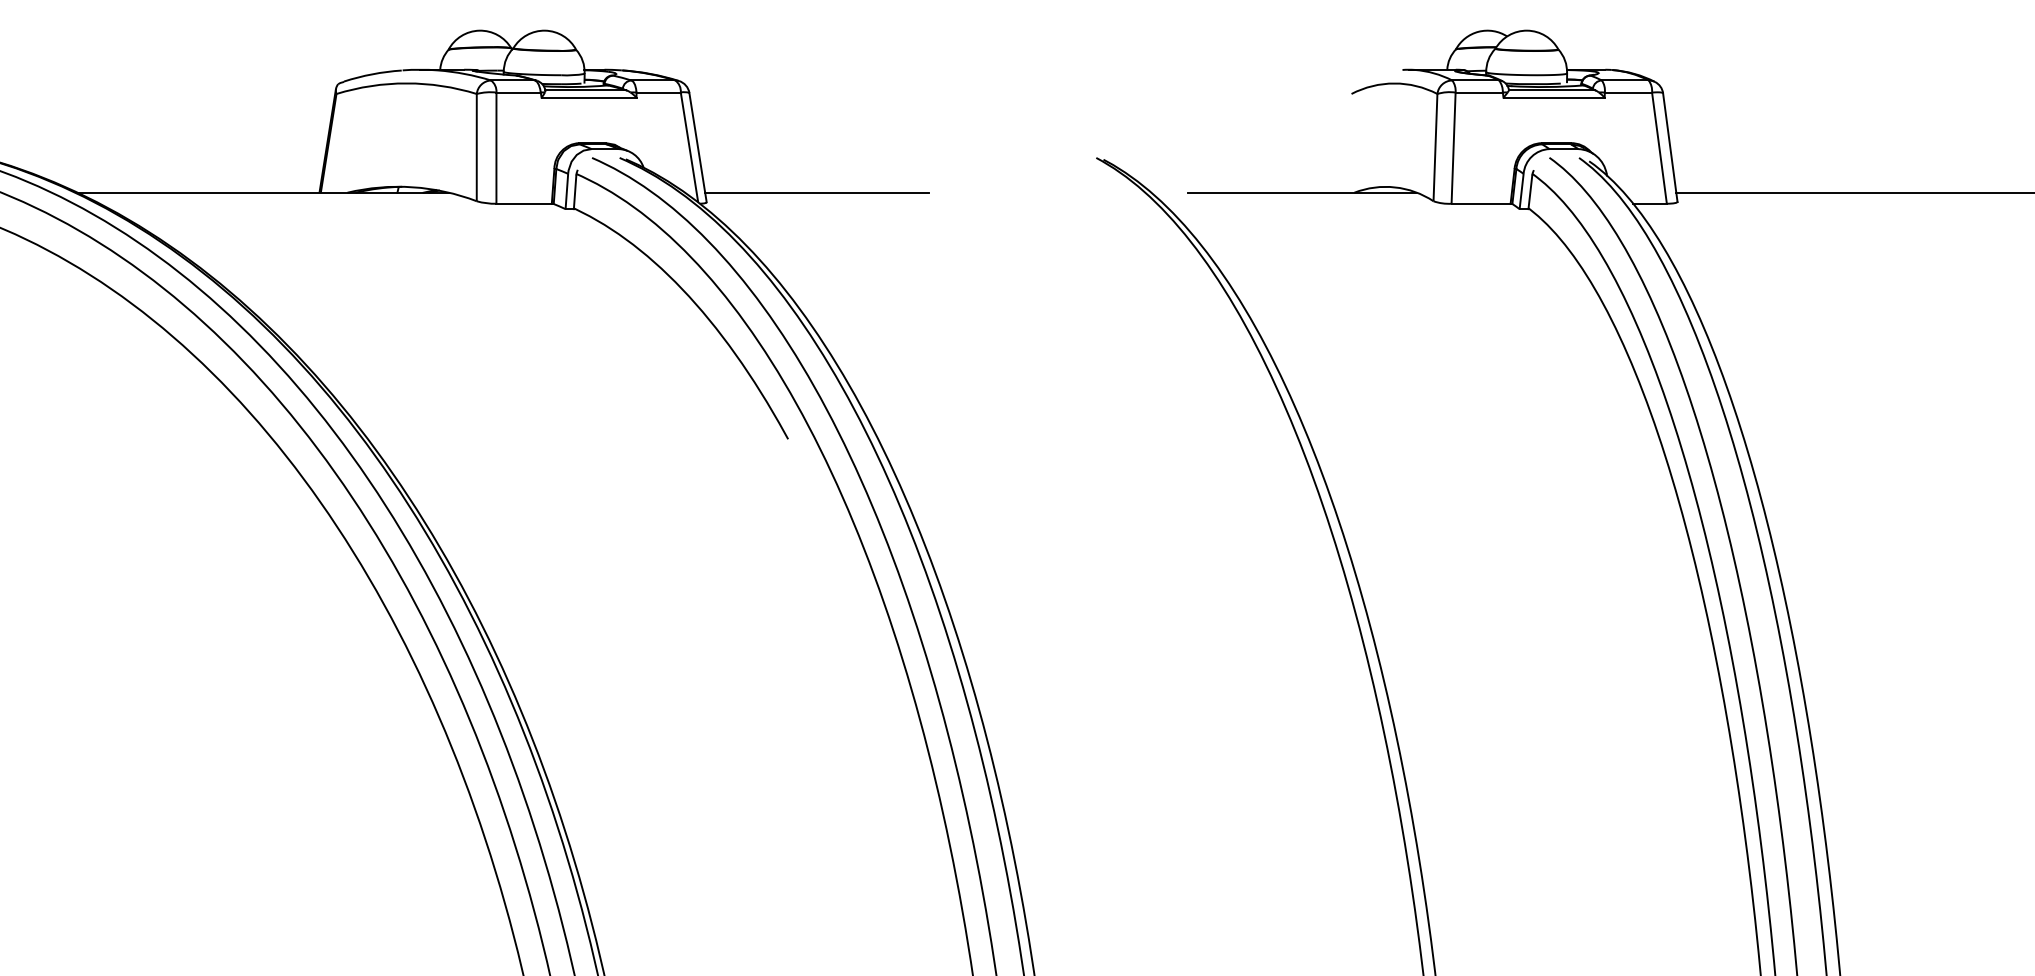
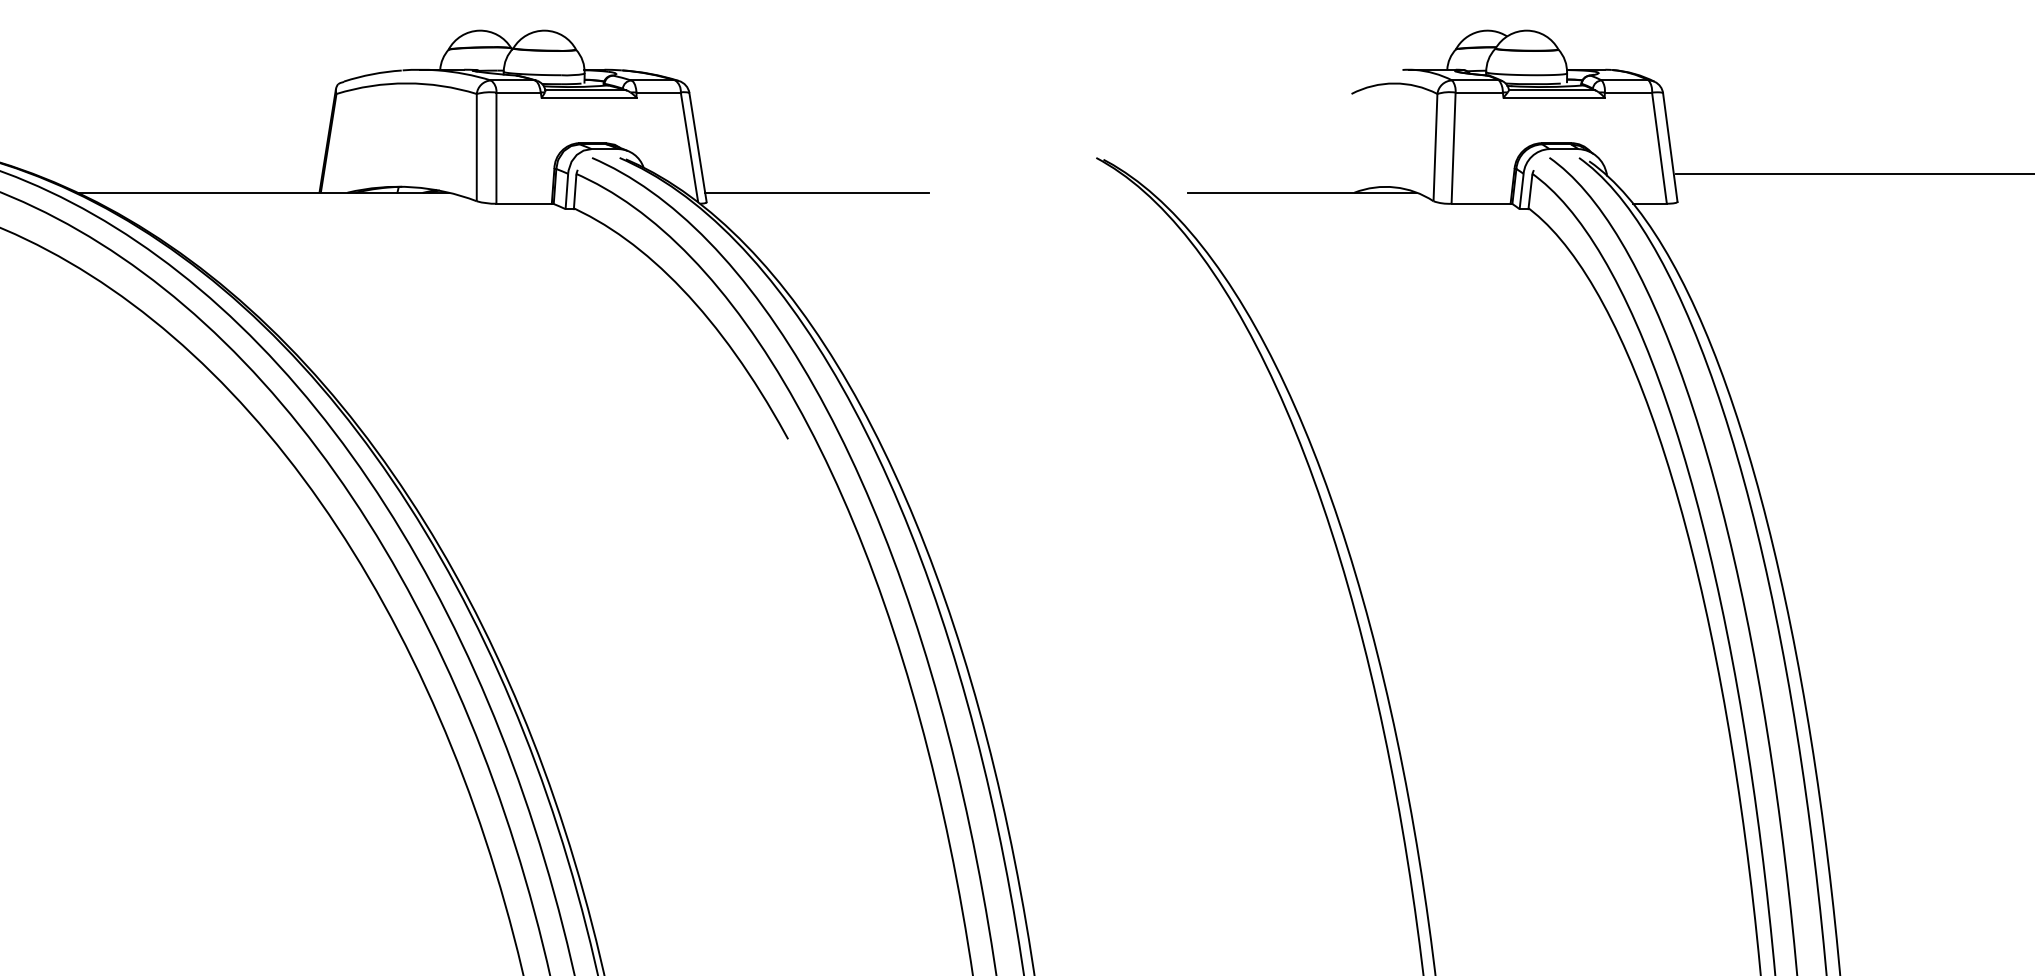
line at (1853, 192) position: (1853, 192) -> (1853, 173)
